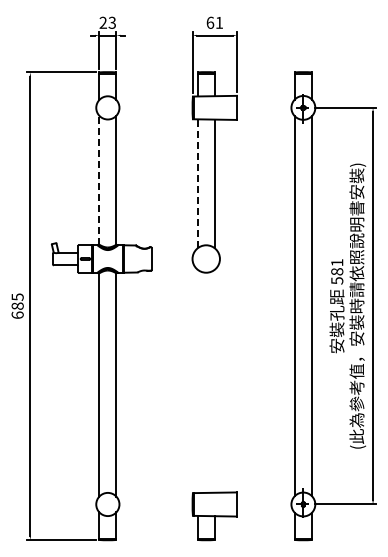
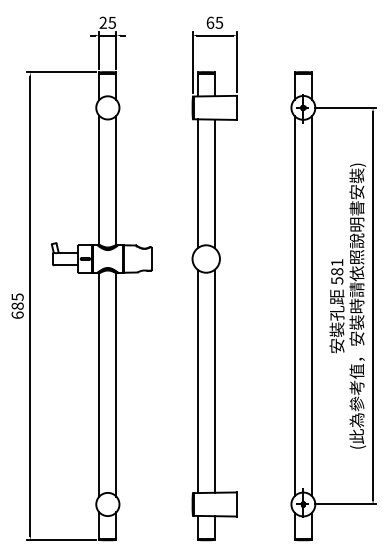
text at (112, 22): 23 -> 25
text at (219, 22): 61 -> 65
line at (99, 179): dashed -> solid
line at (197, 183): dashed -> solid
line at (214, 380): none -> present
line at (197, 381): none -> present
